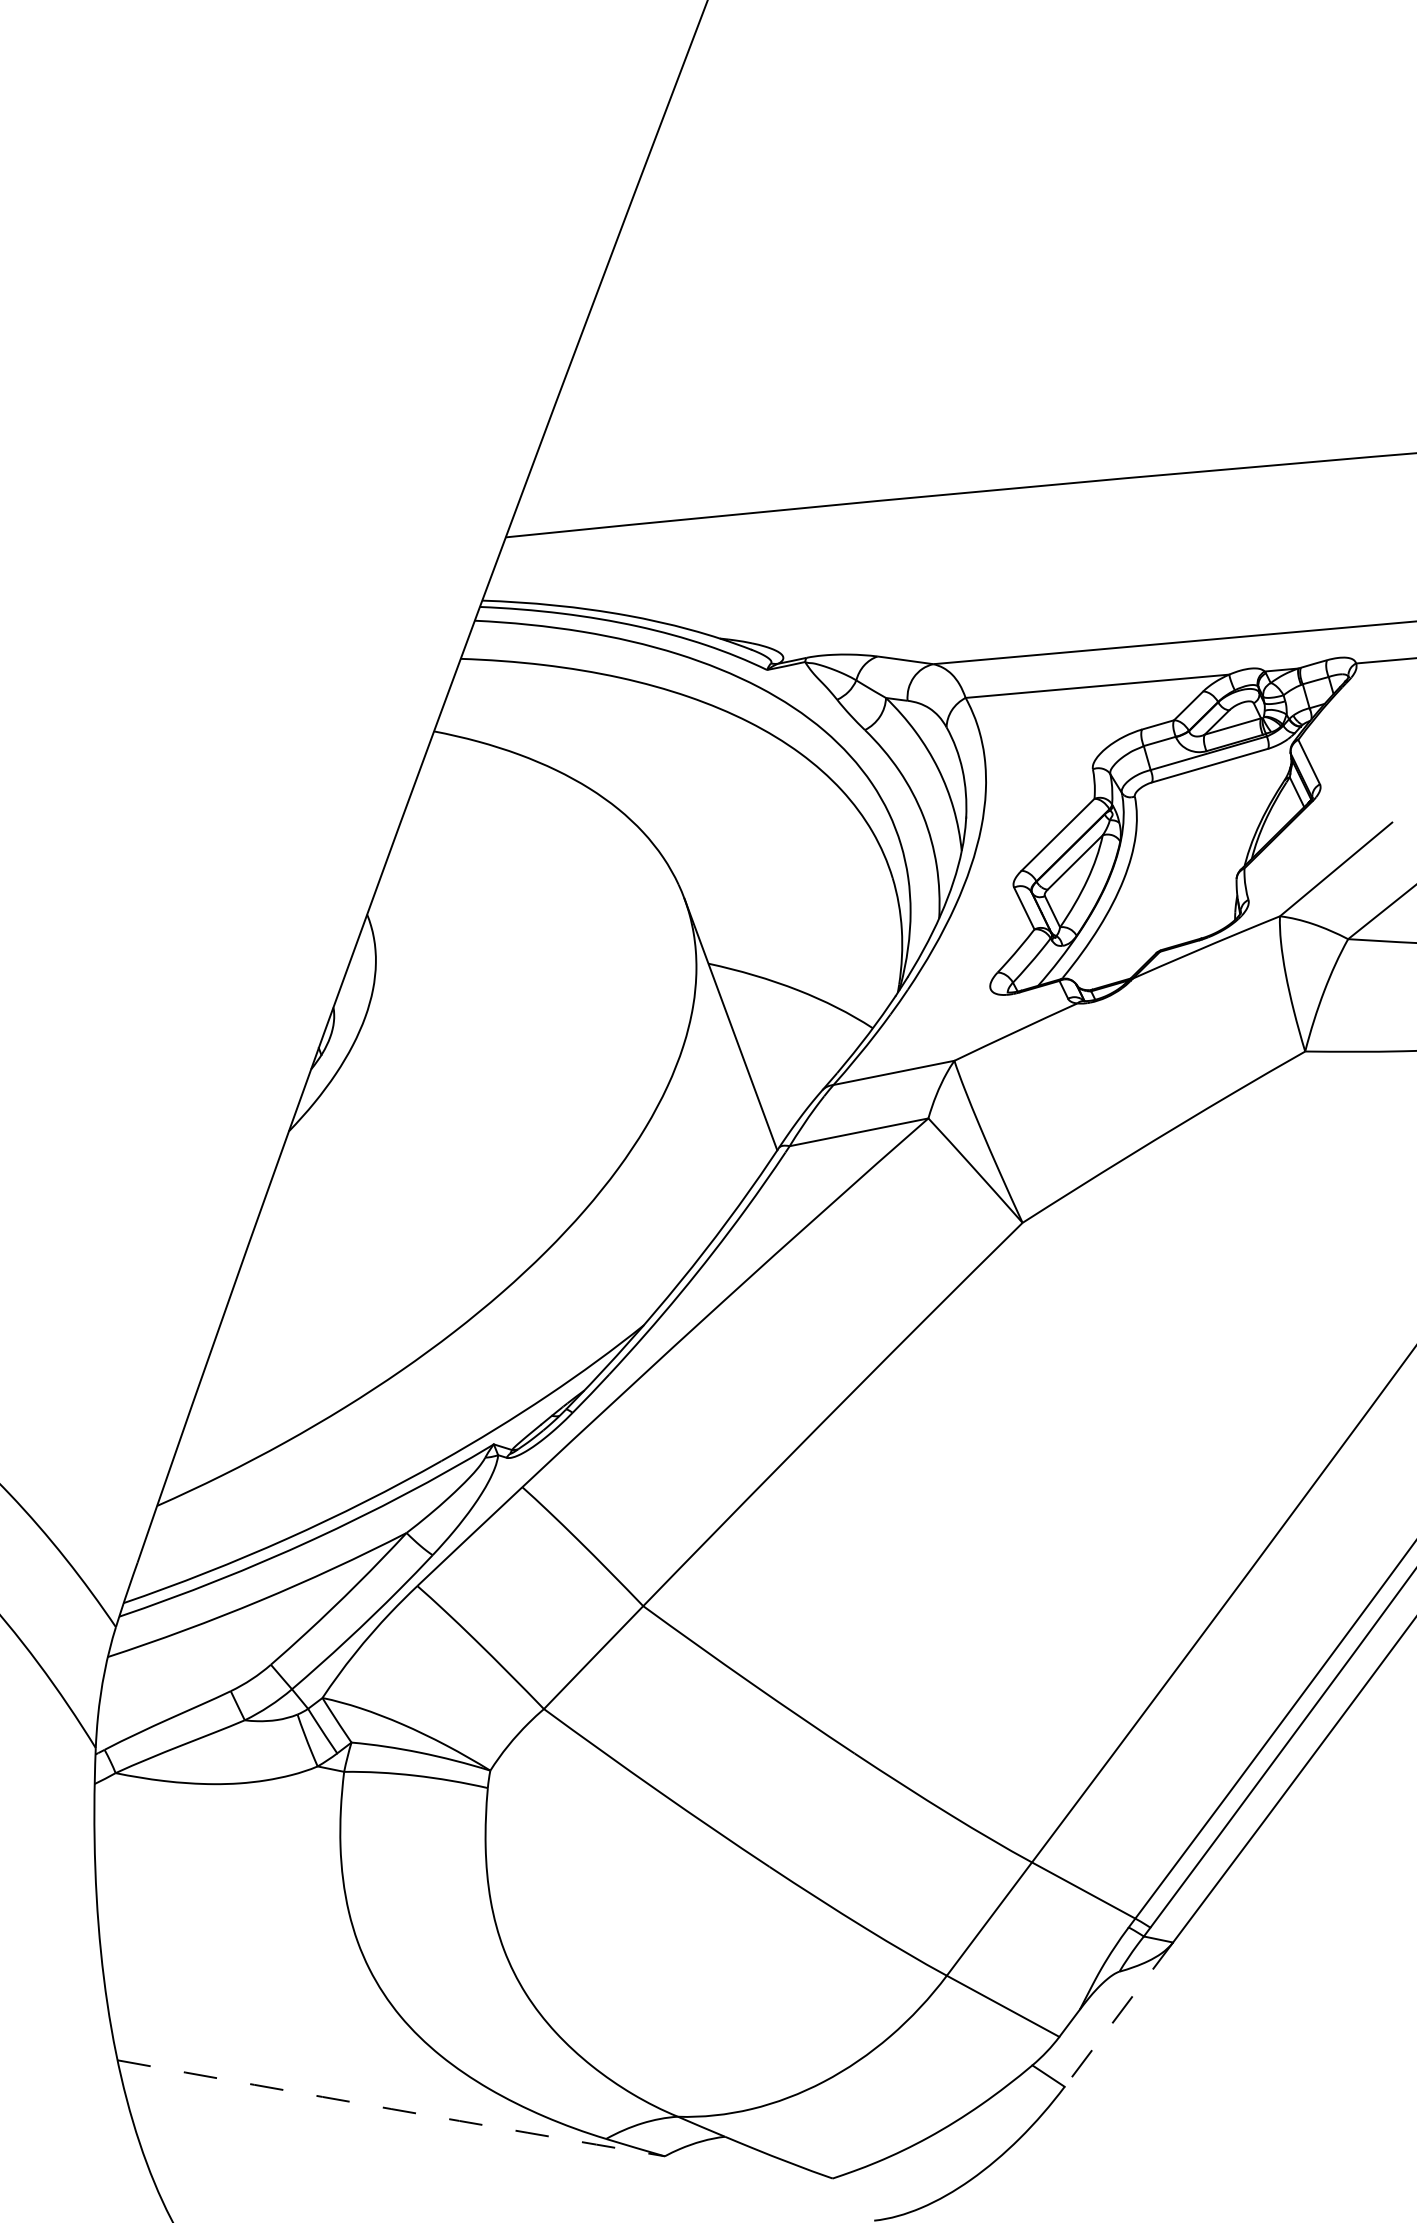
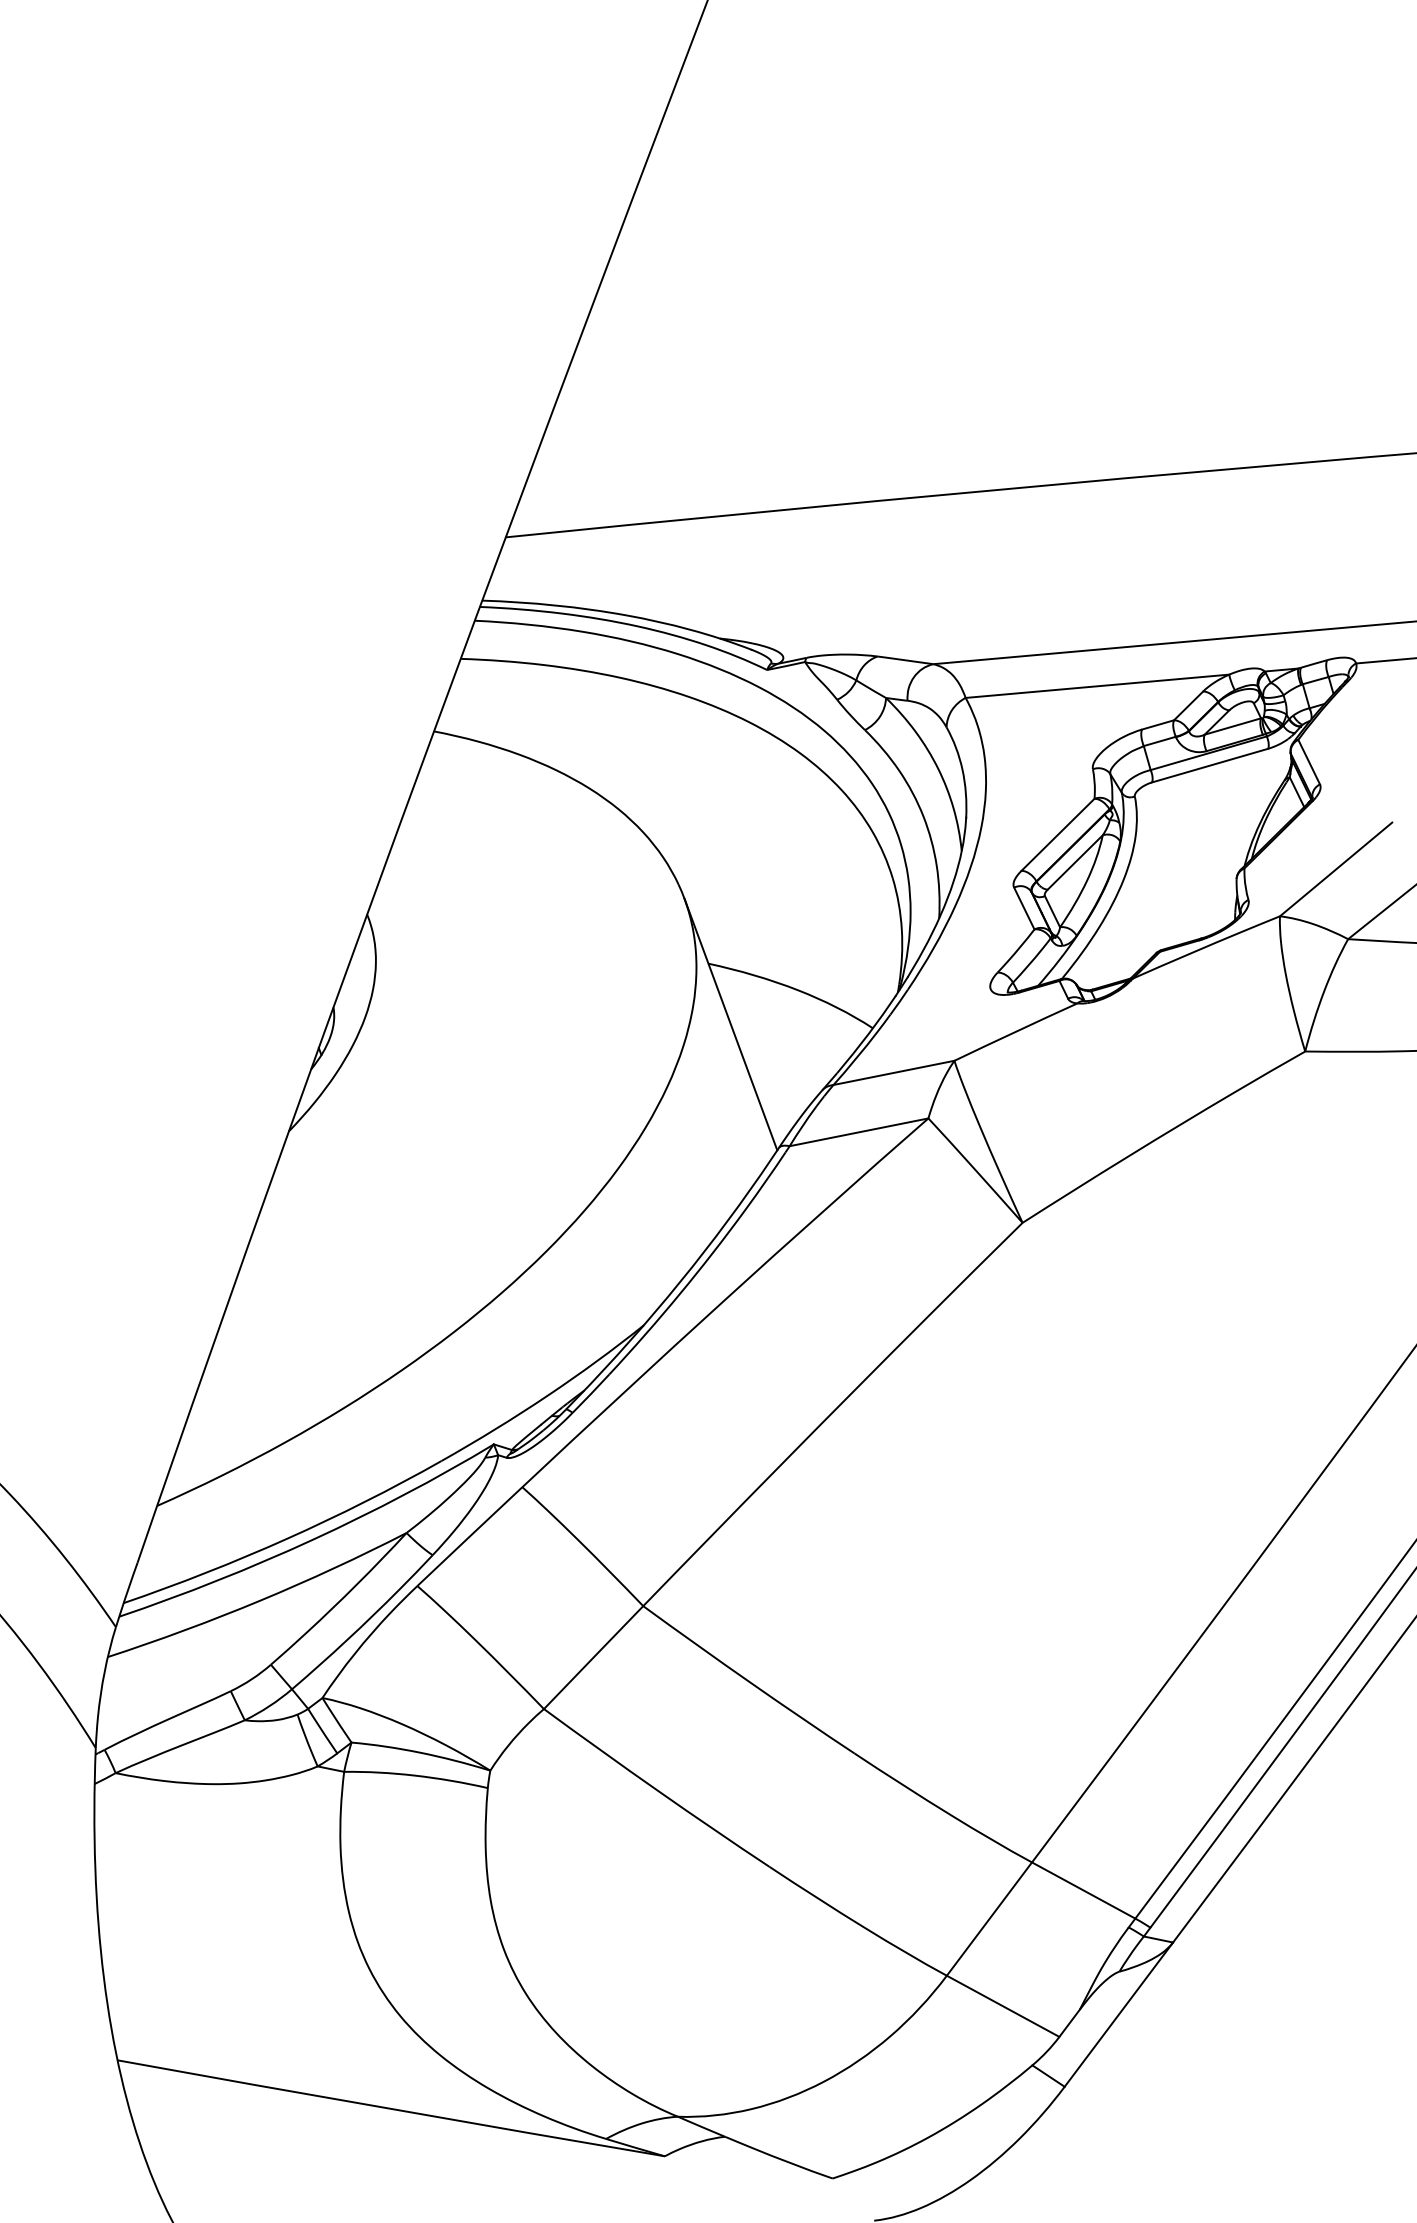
line at (1118, 2015): dashed -> solid
arc at (391, 2109): dashed -> solid
